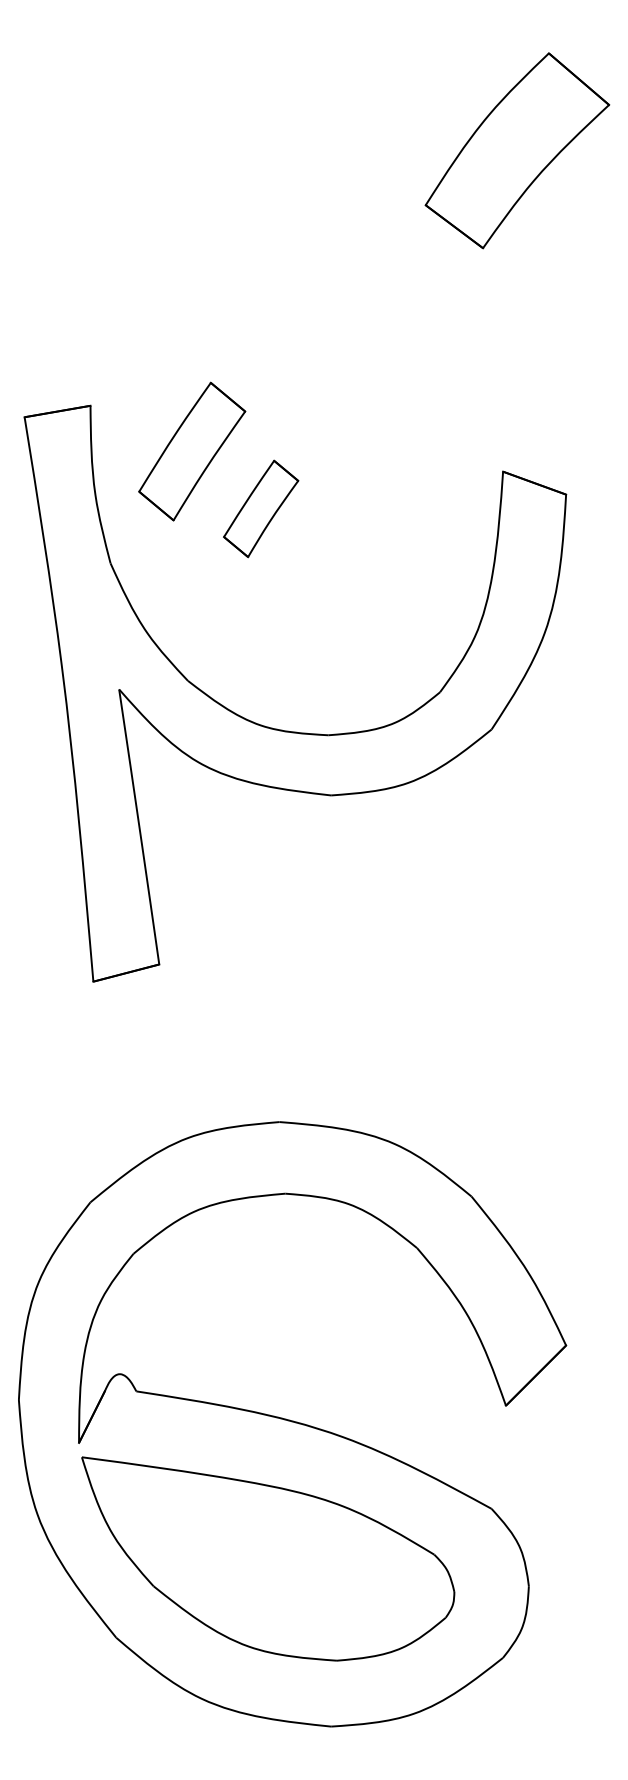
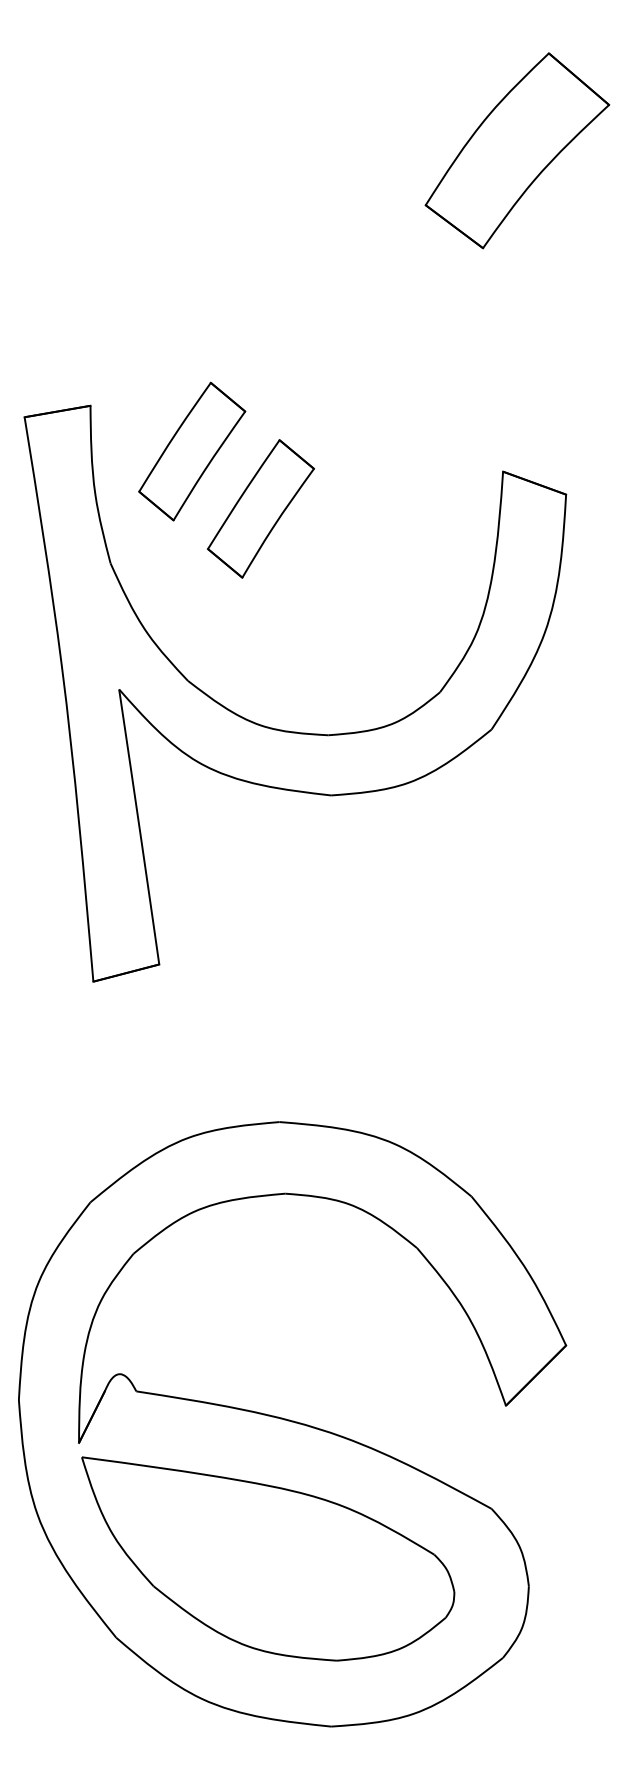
part at (261, 508) size: 77x100 px -> 109x140 px
